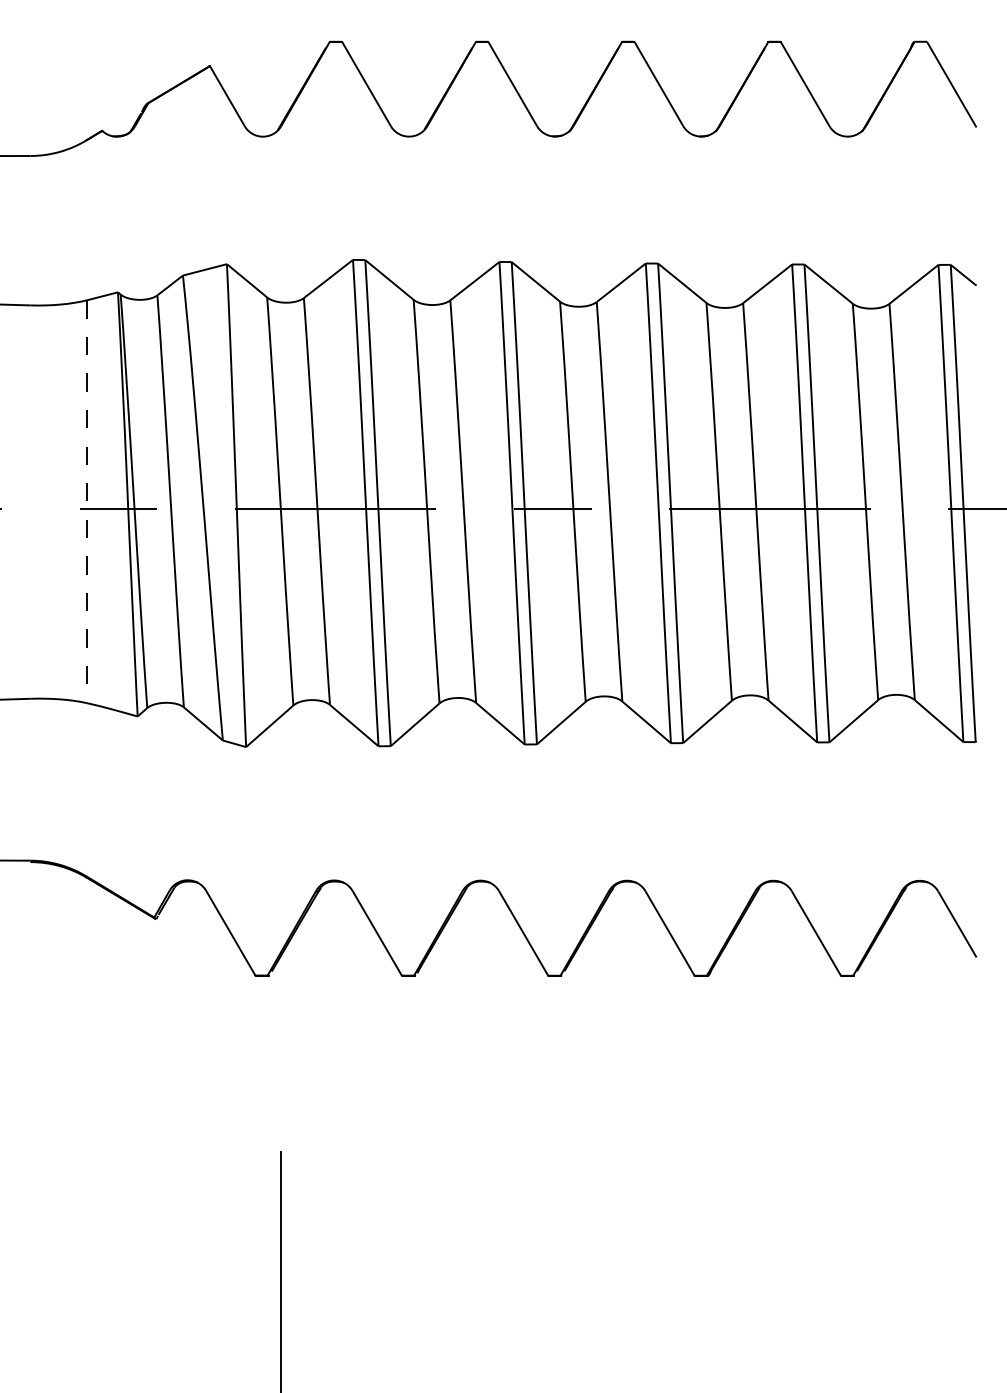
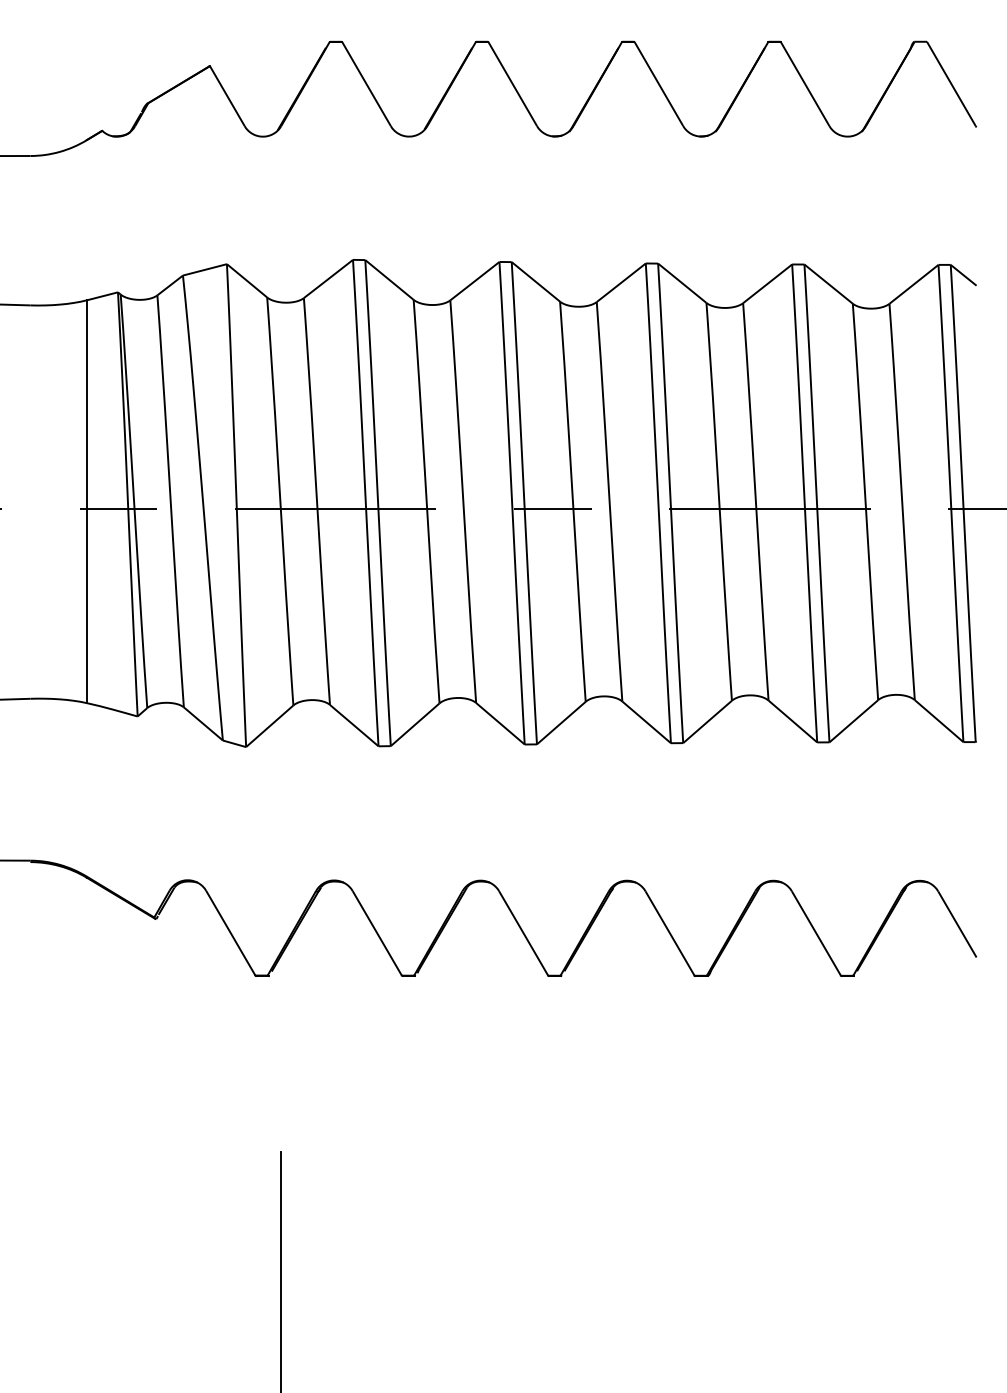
line at (86, 502): dashed -> solid
